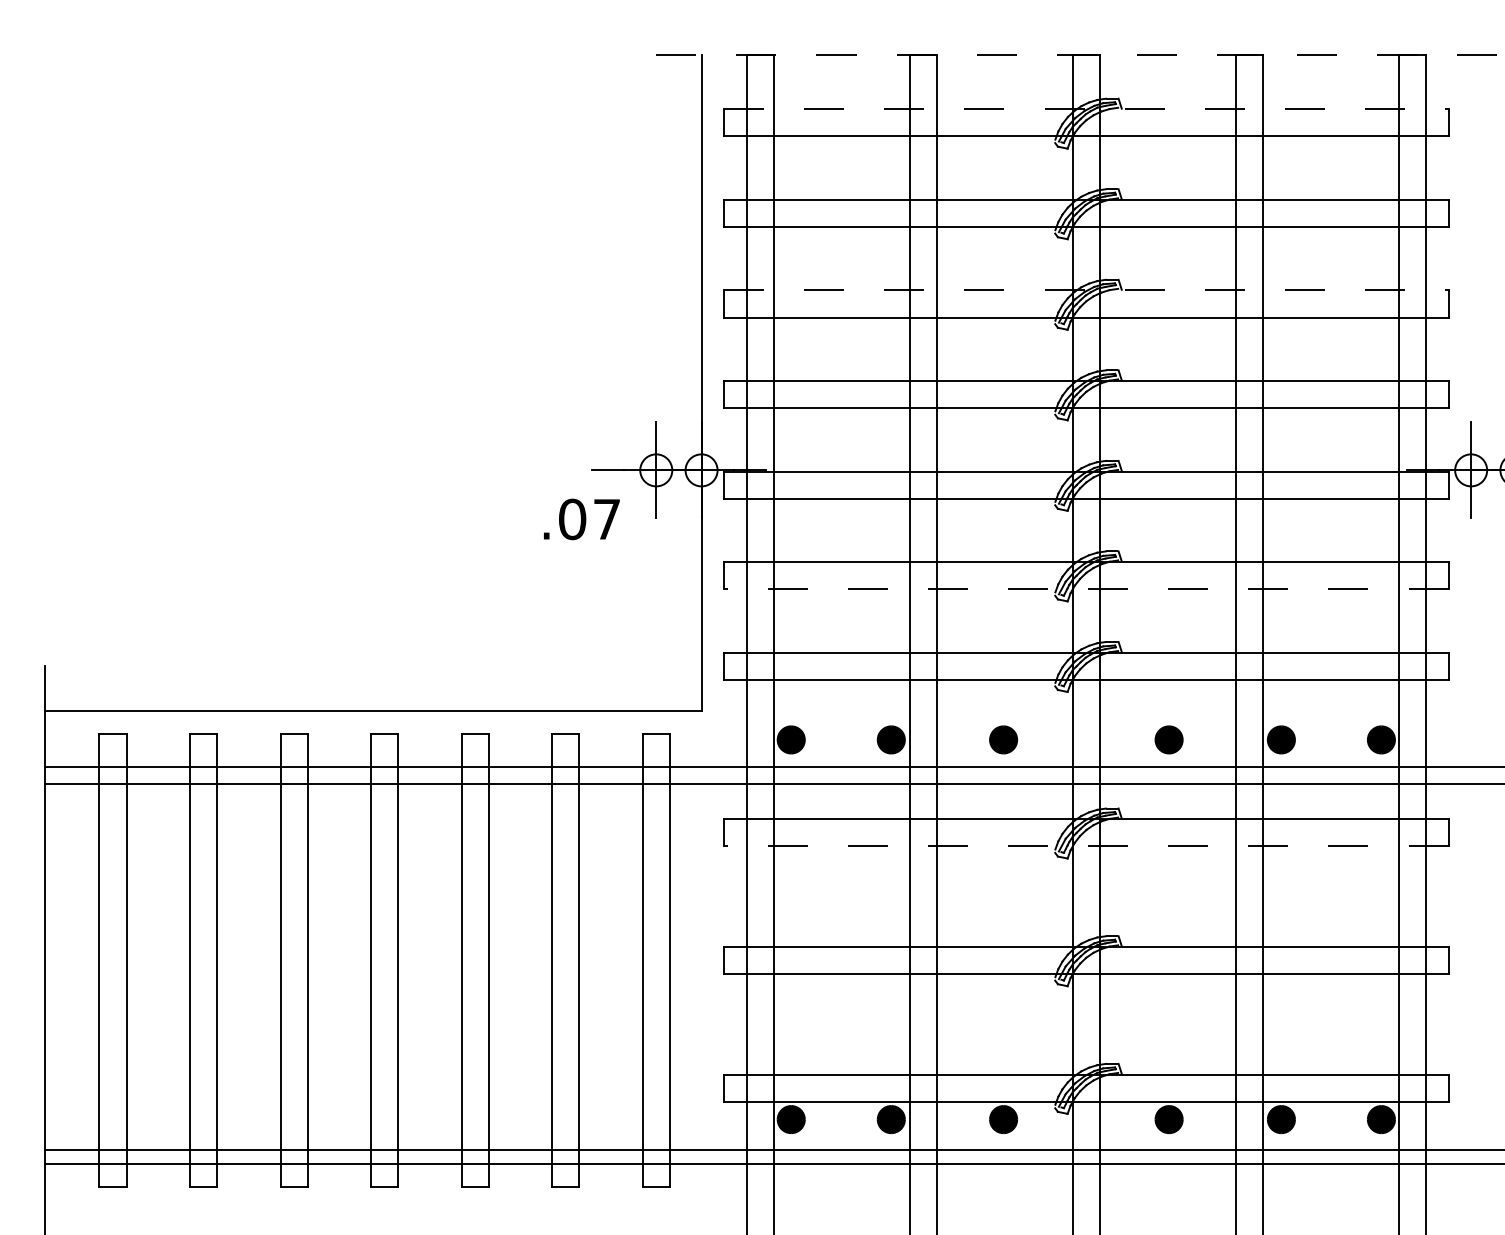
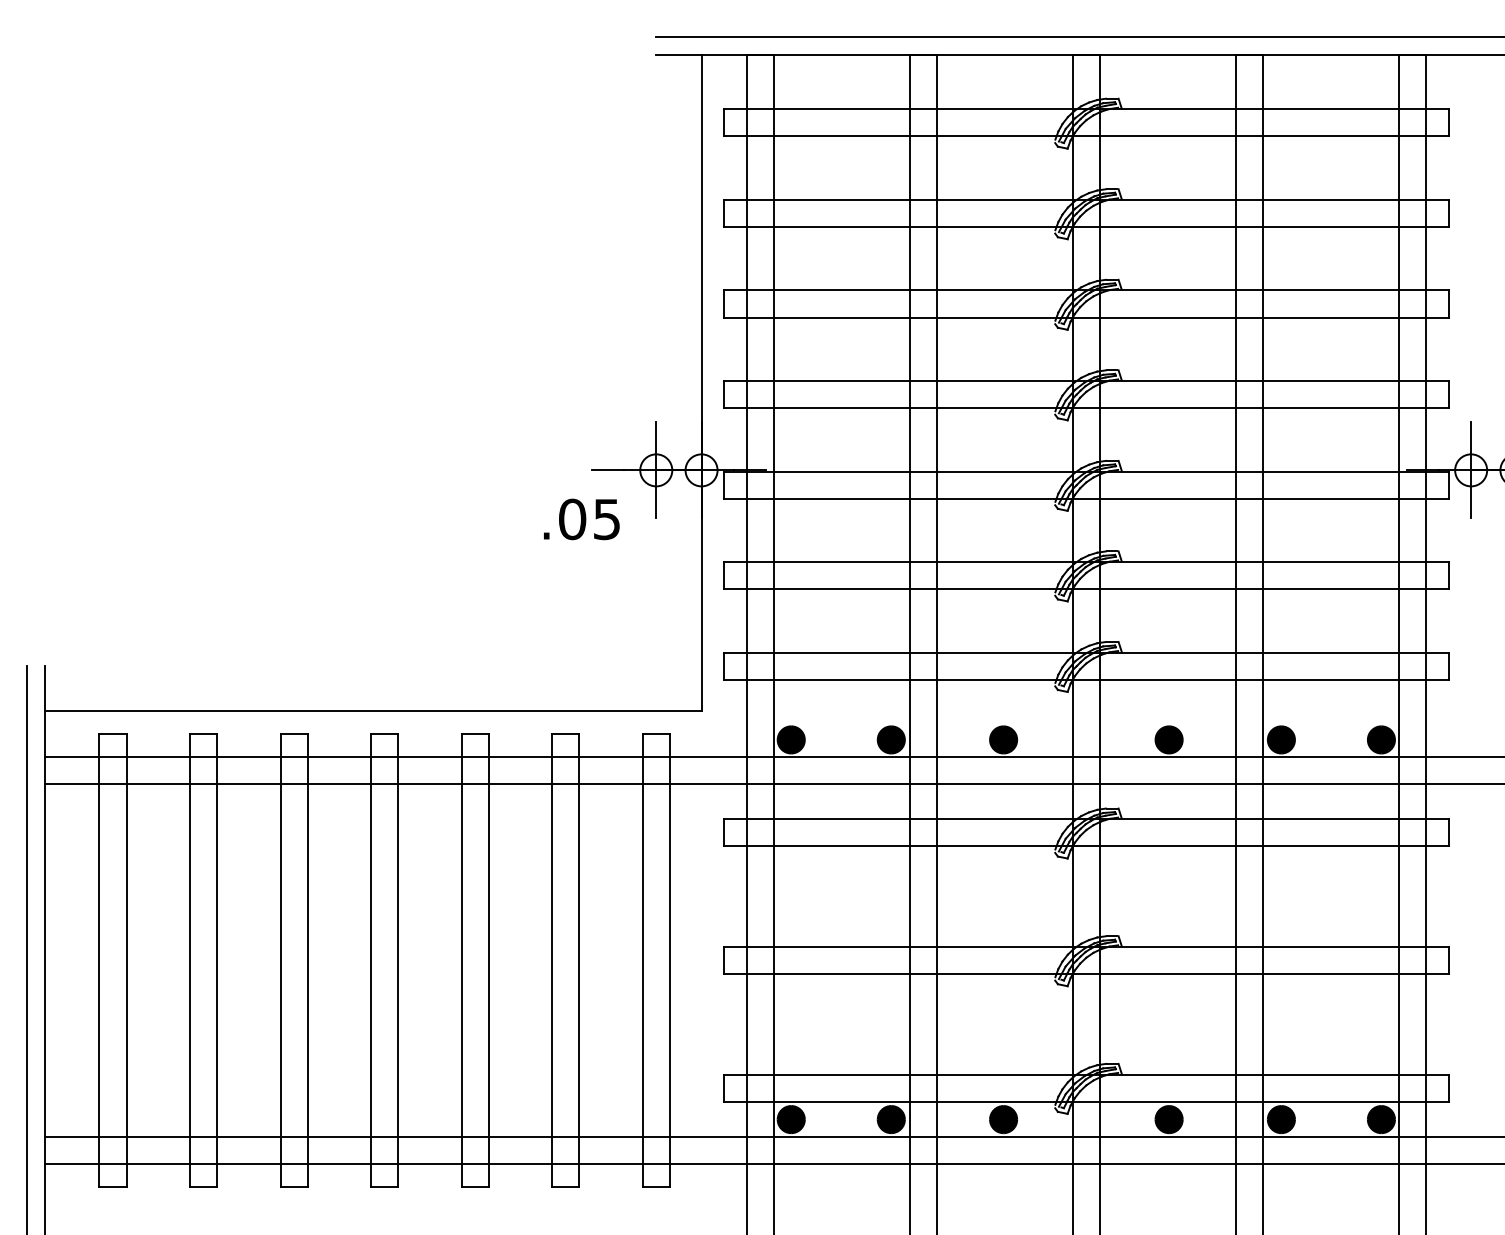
line at (1078, 36): none -> present
line at (1080, 55): dashed -> solid
line at (1086, 109): dashed -> solid
line at (1086, 290): dashed -> solid
text at (606, 519): .07 -> .05
line at (1085, 589): dashed -> solid
line at (773, 766) position: (773, 766) -> (773, 756)
line at (1085, 846): dashed -> solid
line at (27, 948): none -> present
line at (773, 1149) position: (773, 1149) -> (773, 1136)
